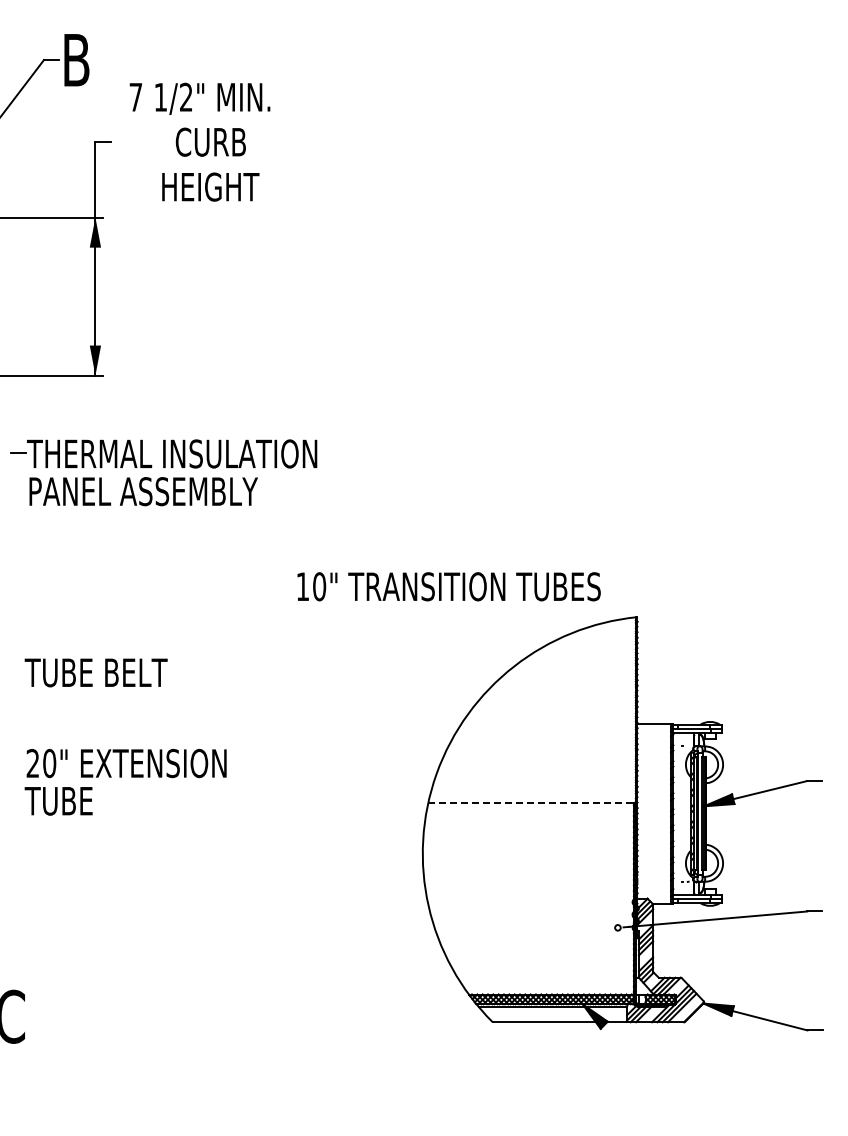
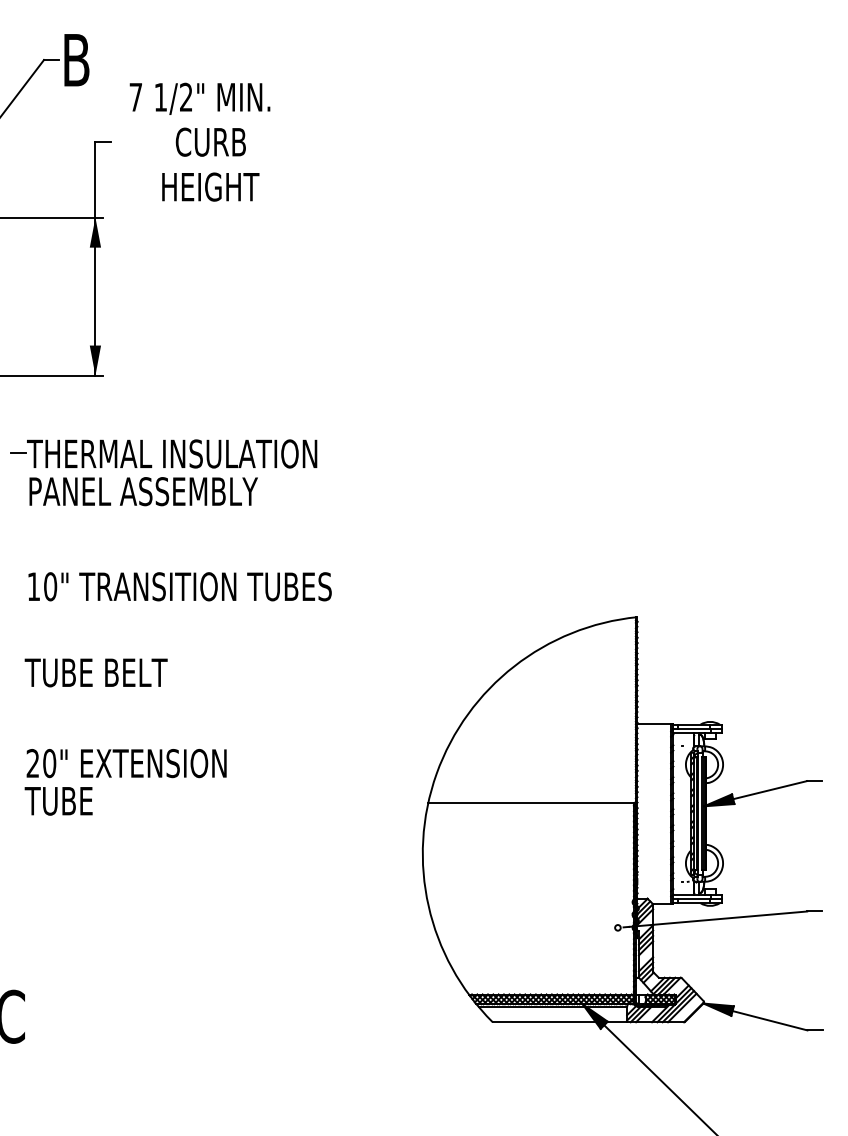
text at (448, 586) position: (448, 586) -> (179, 586)
line at (531, 803): dashed -> solid
line at (659, 1078): none -> present
